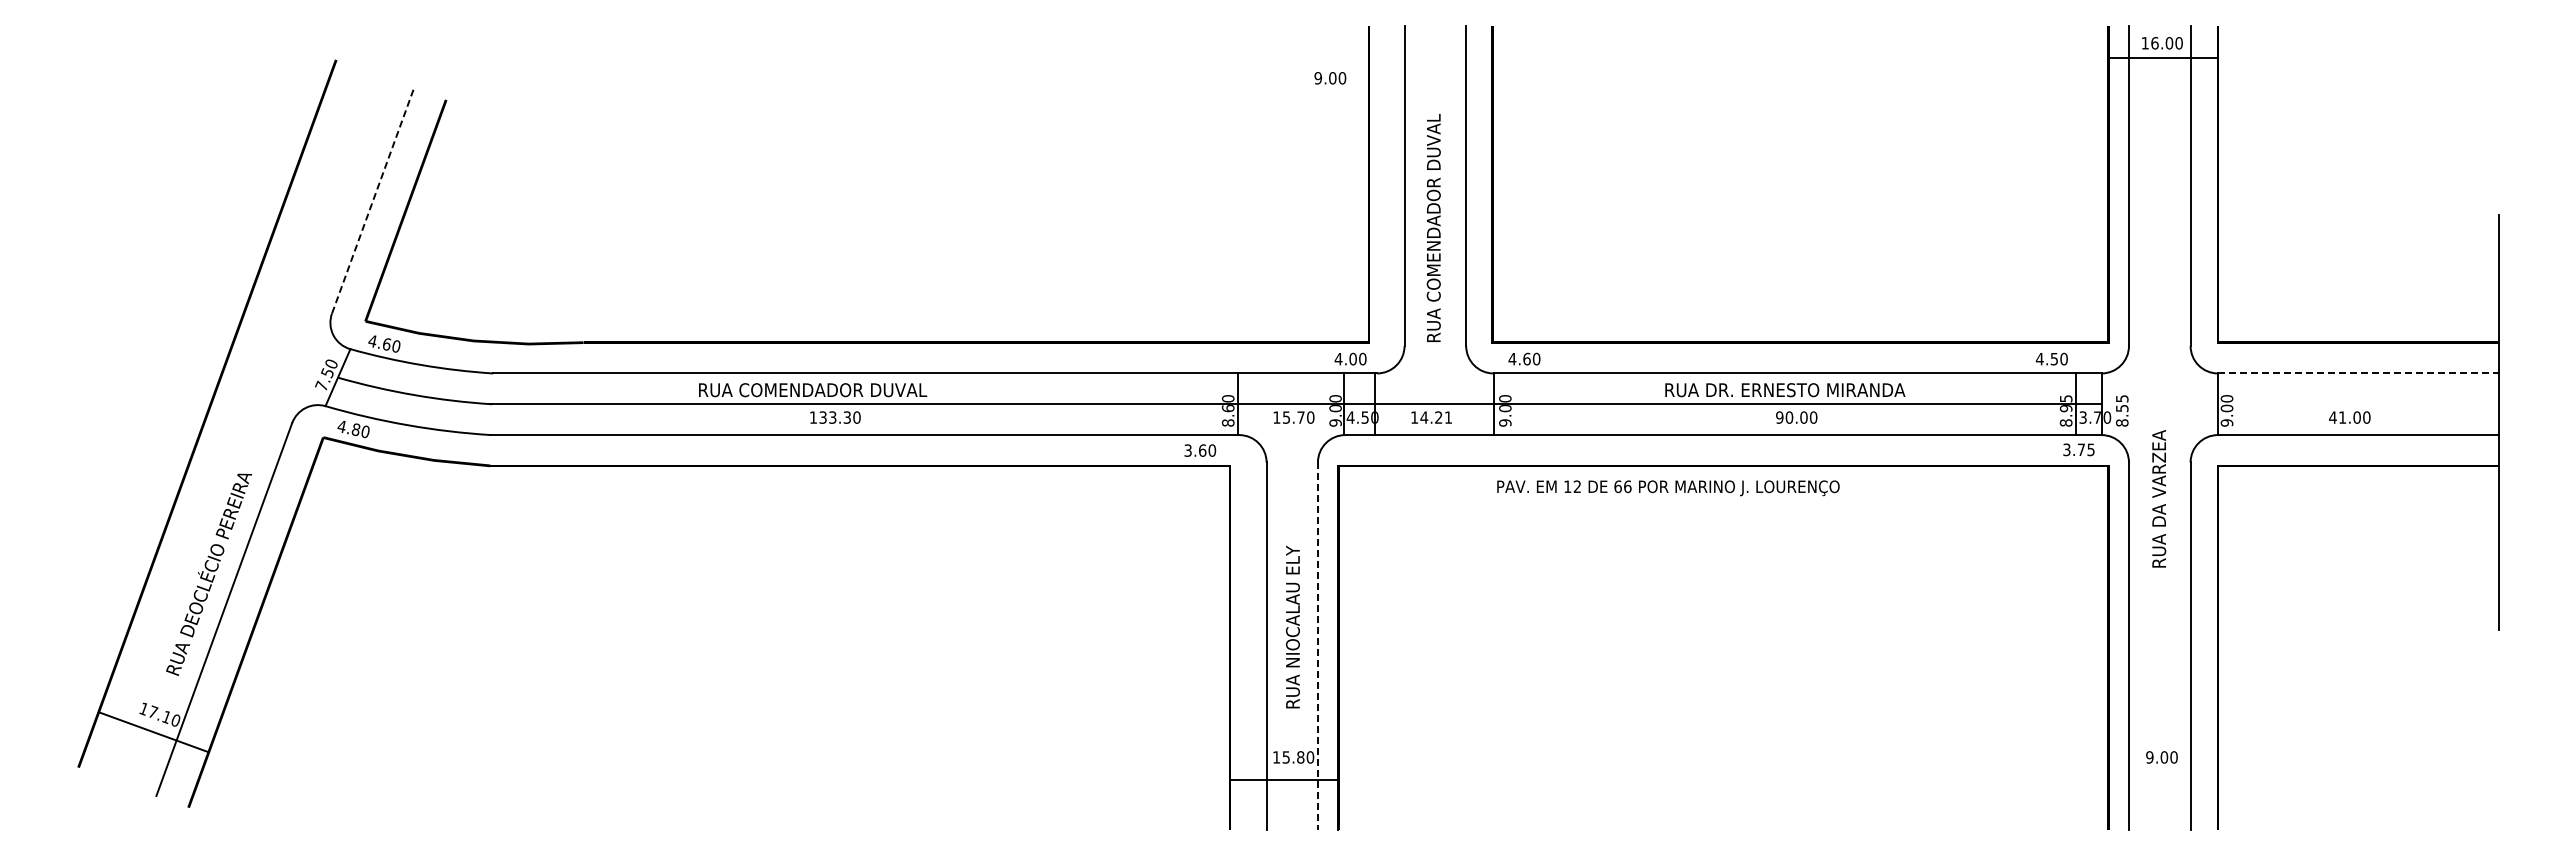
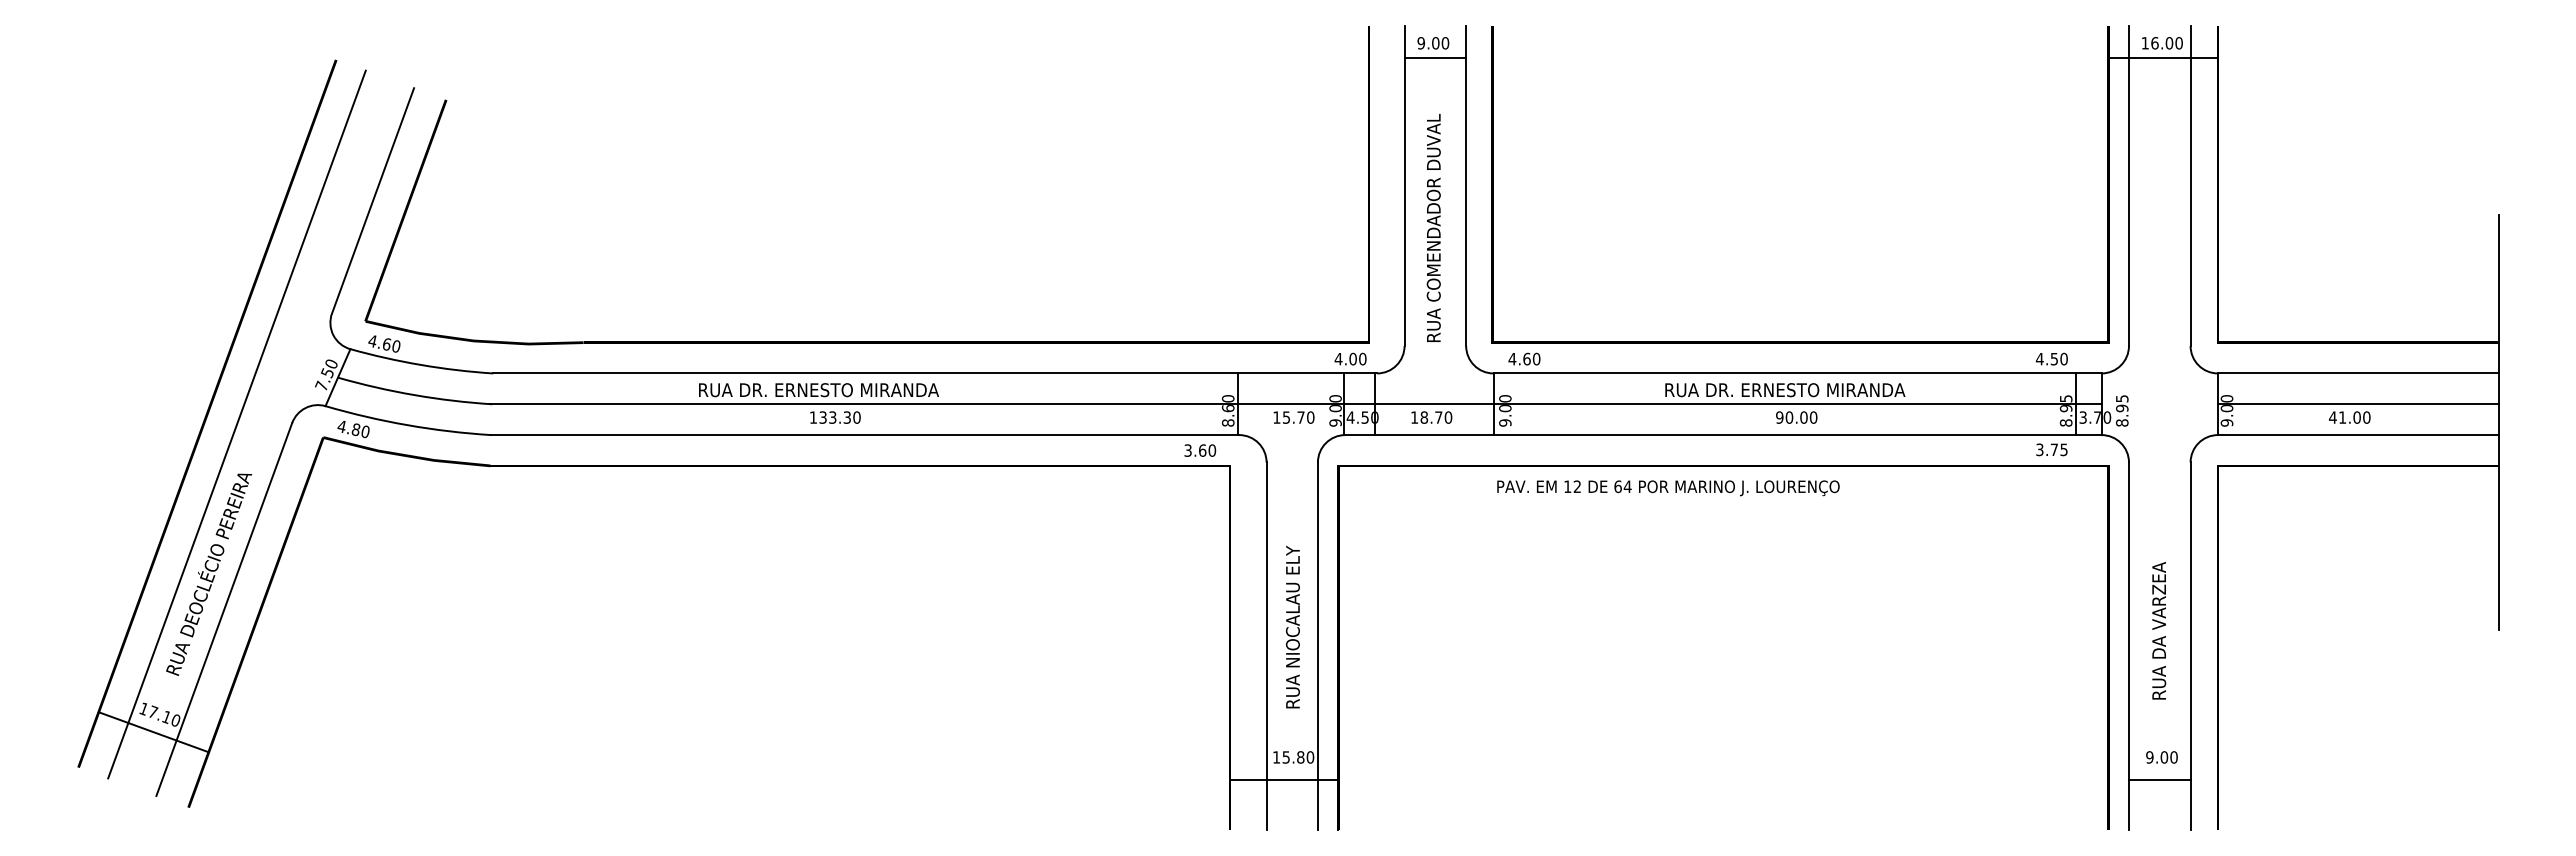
line at (1435, 58): none -> present
text at (1330, 78) position: (1330, 78) -> (1433, 43)
line at (373, 200): dashed -> solid
line at (2358, 373): dashed -> solid
text at (838, 390): RUA COMENDADOR DUVAL -> RUA DR. ERNESTO MIRANDA
line at (2357, 404): none -> present
text at (2122, 408): 8.55 -> 8.95
text at (1436, 417): 14.21 -> 18.70
line at (236, 424): none -> present
text at (2078, 449) position: (2078, 449) -> (2051, 449)
text at (1627, 486): 66 -> 64
text at (2159, 498) position: (2159, 498) -> (2159, 630)
line at (1317, 646): dashed -> solid
line at (2159, 779): none -> present
